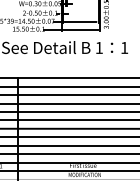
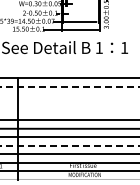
line at (70, 86): solid -> dashed
line at (69, 95): present -> none
line at (69, 103): present -> none
line at (69, 111): present -> none
line at (70, 145): solid -> dashed
